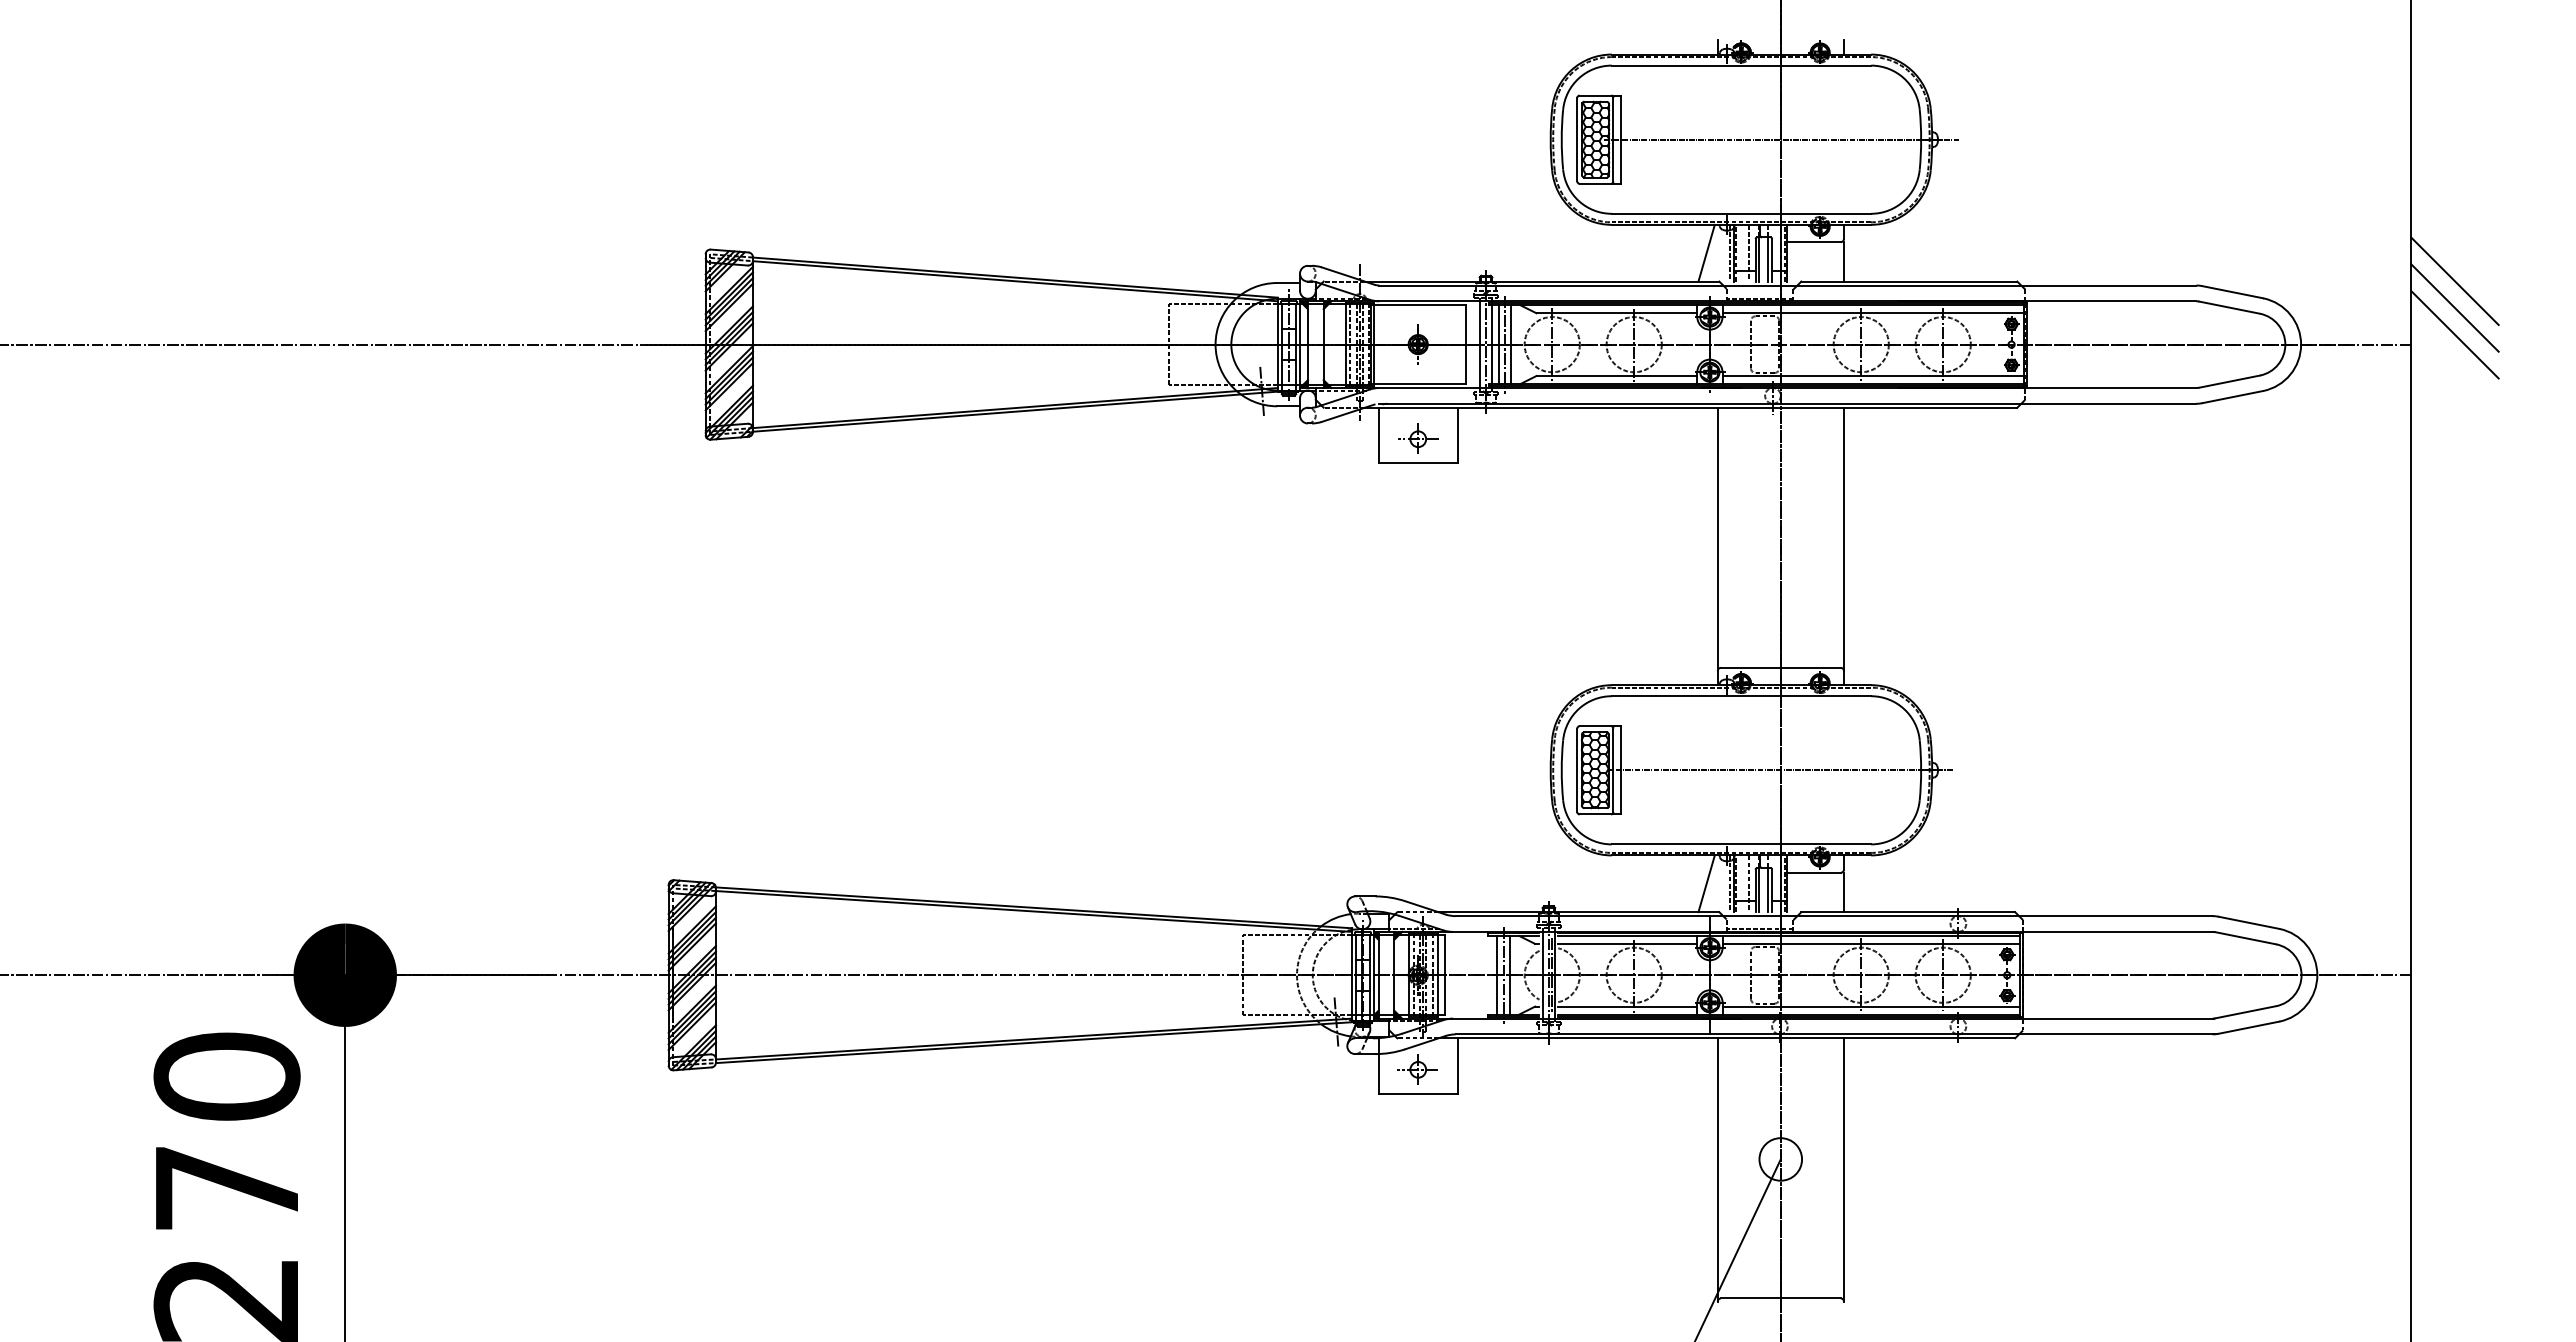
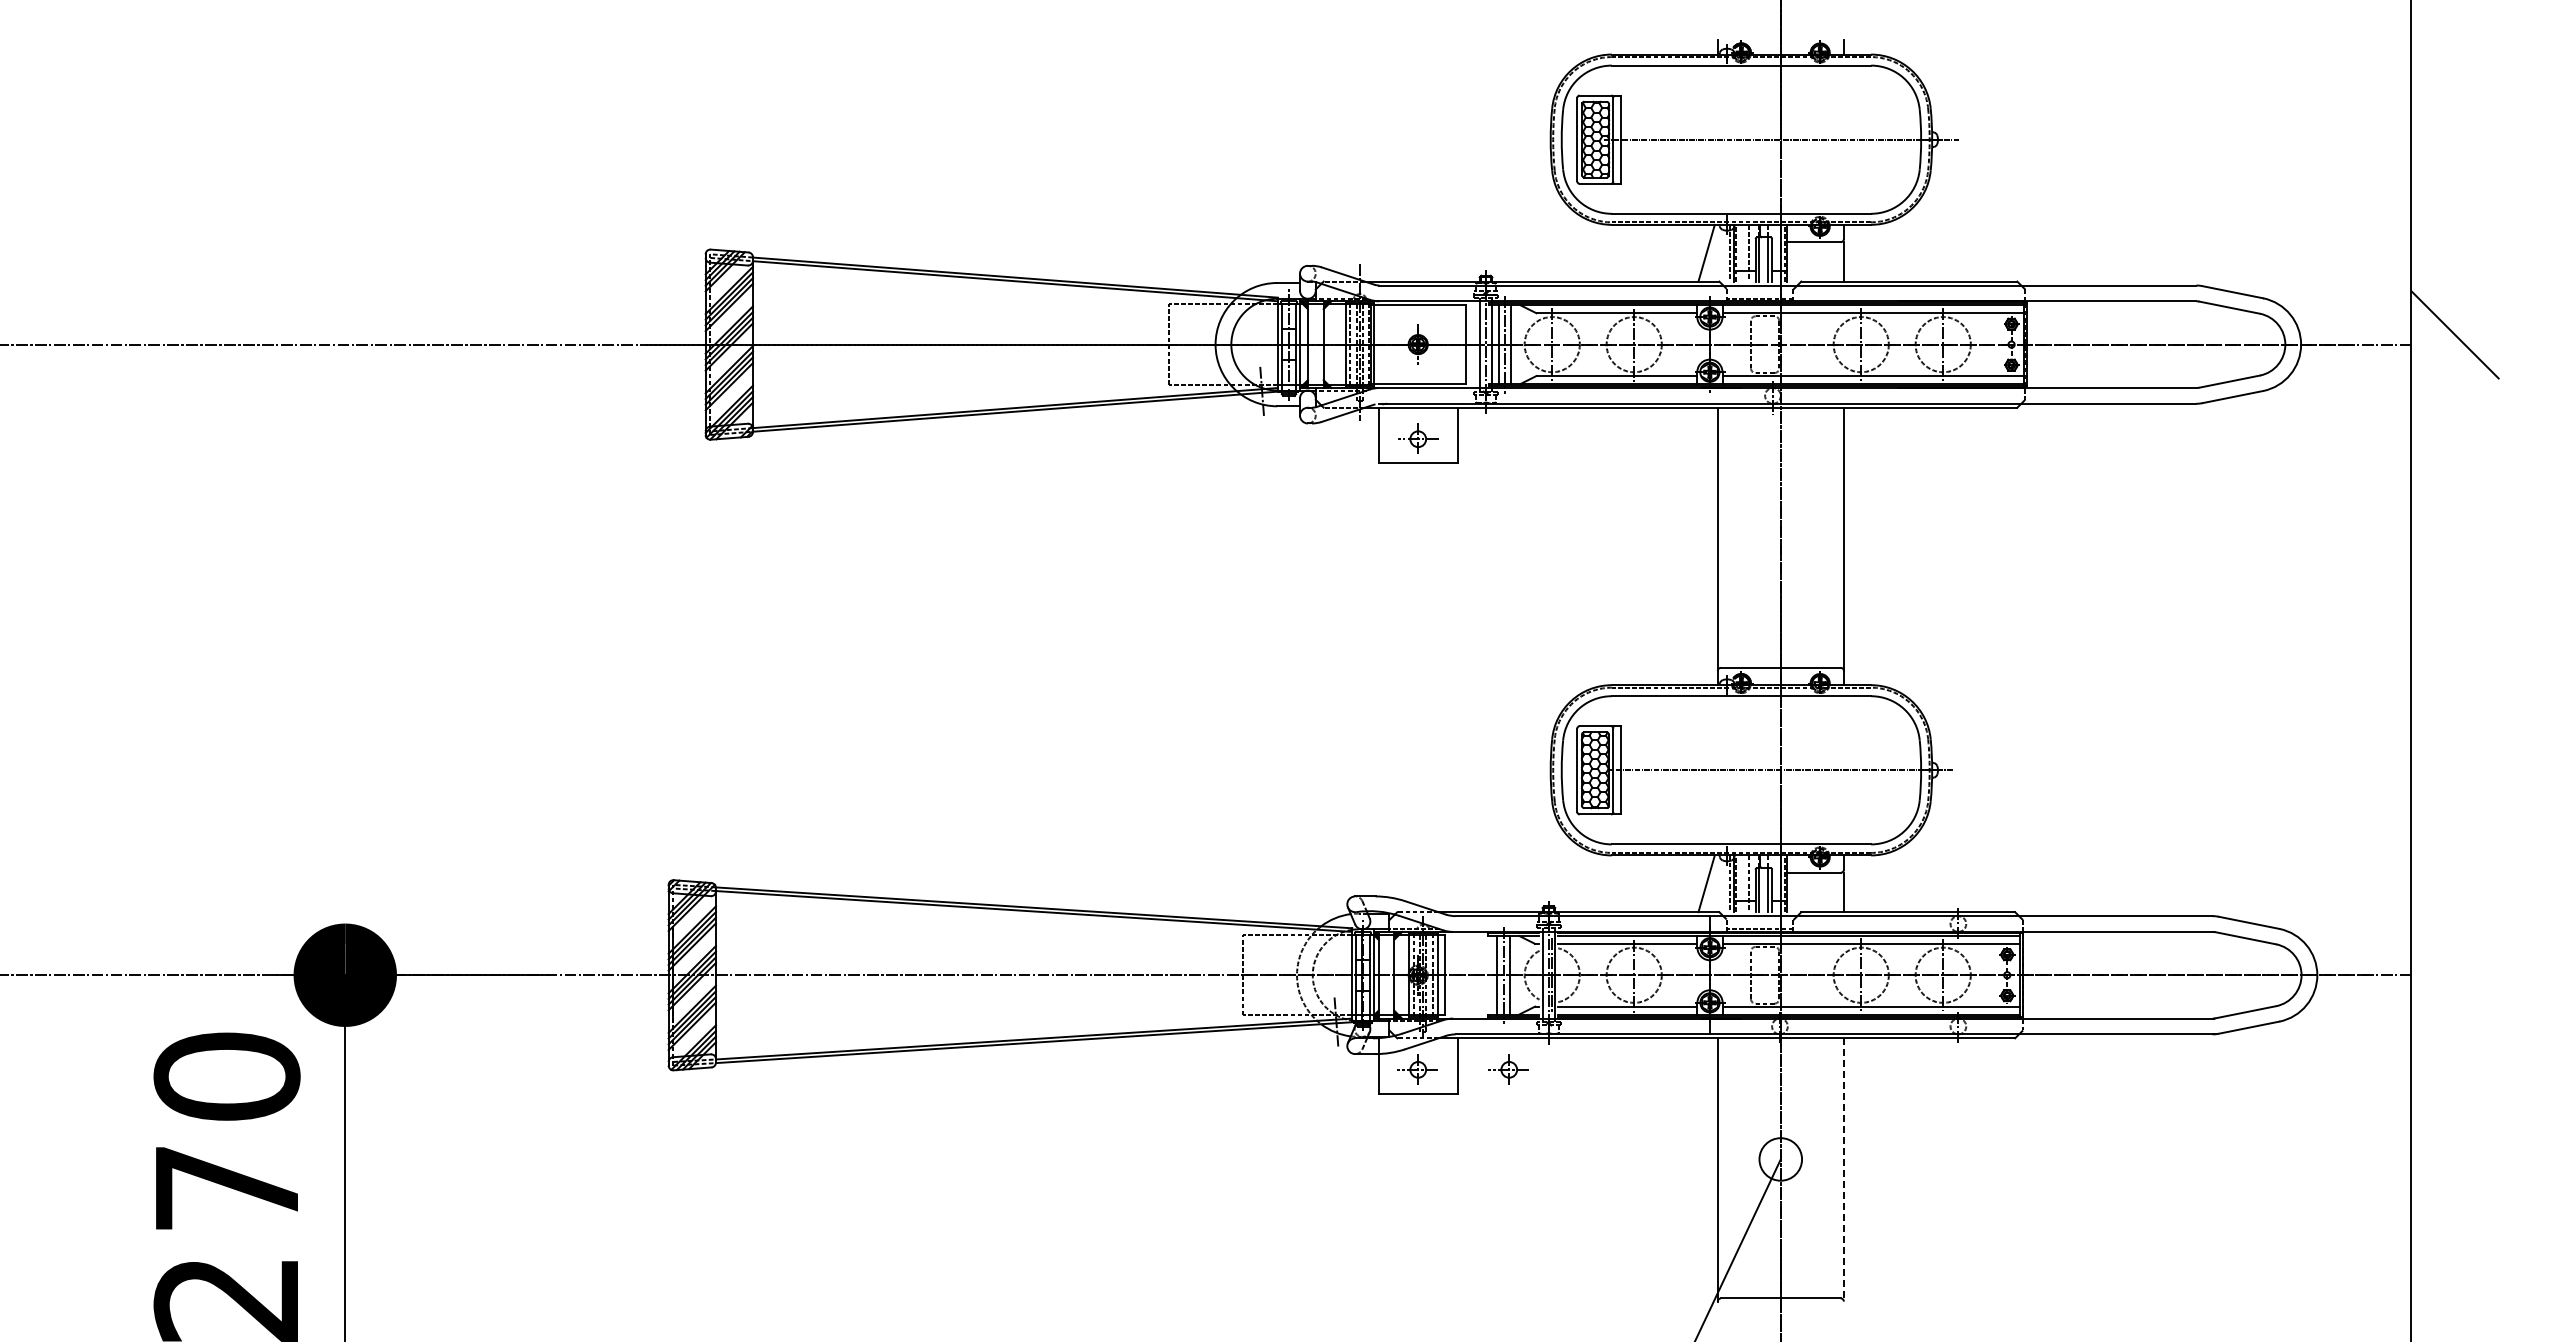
line at (2454, 281): present -> none
line at (2454, 307): present -> none
part at (1508, 1069): none -> present
line at (1843, 1169): solid -> dashed
